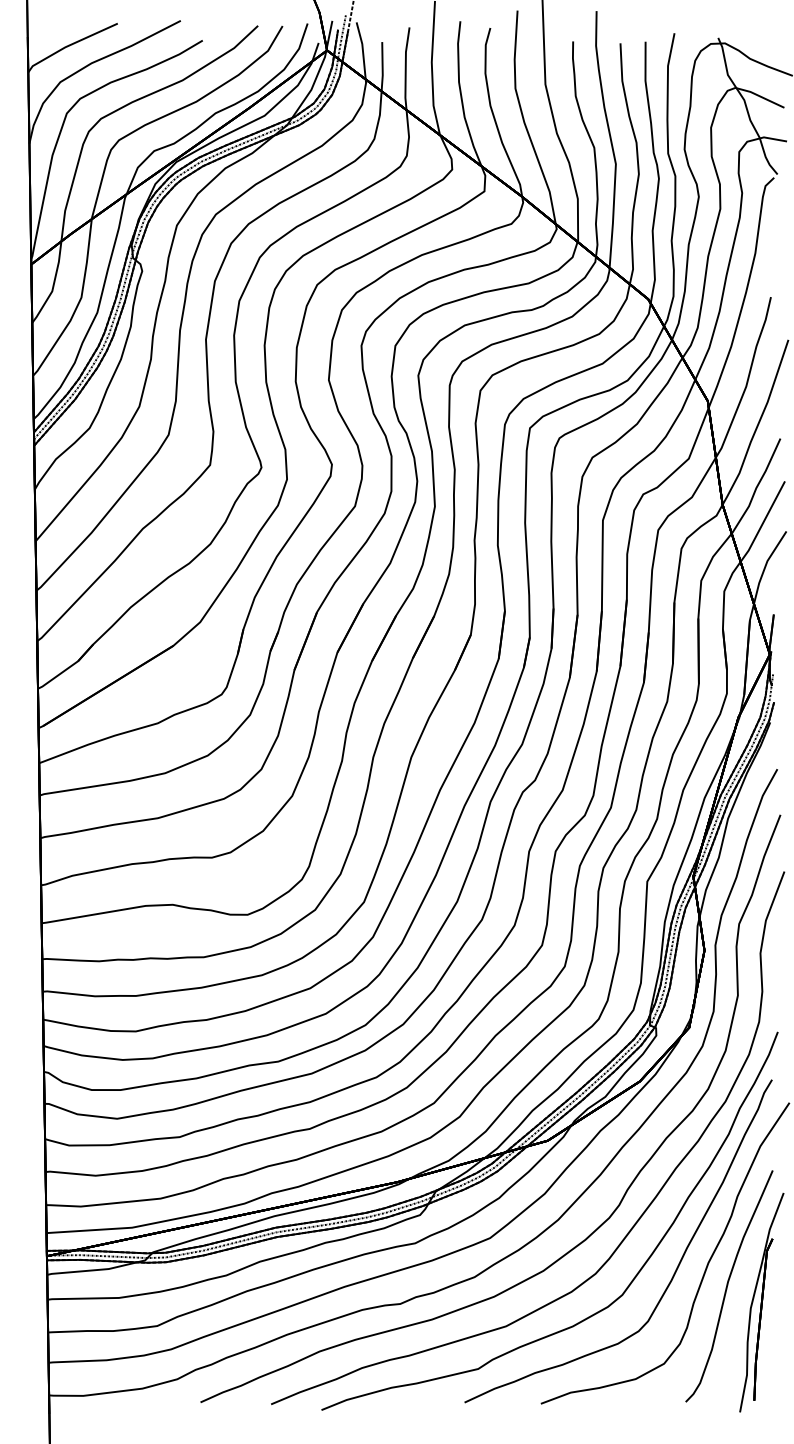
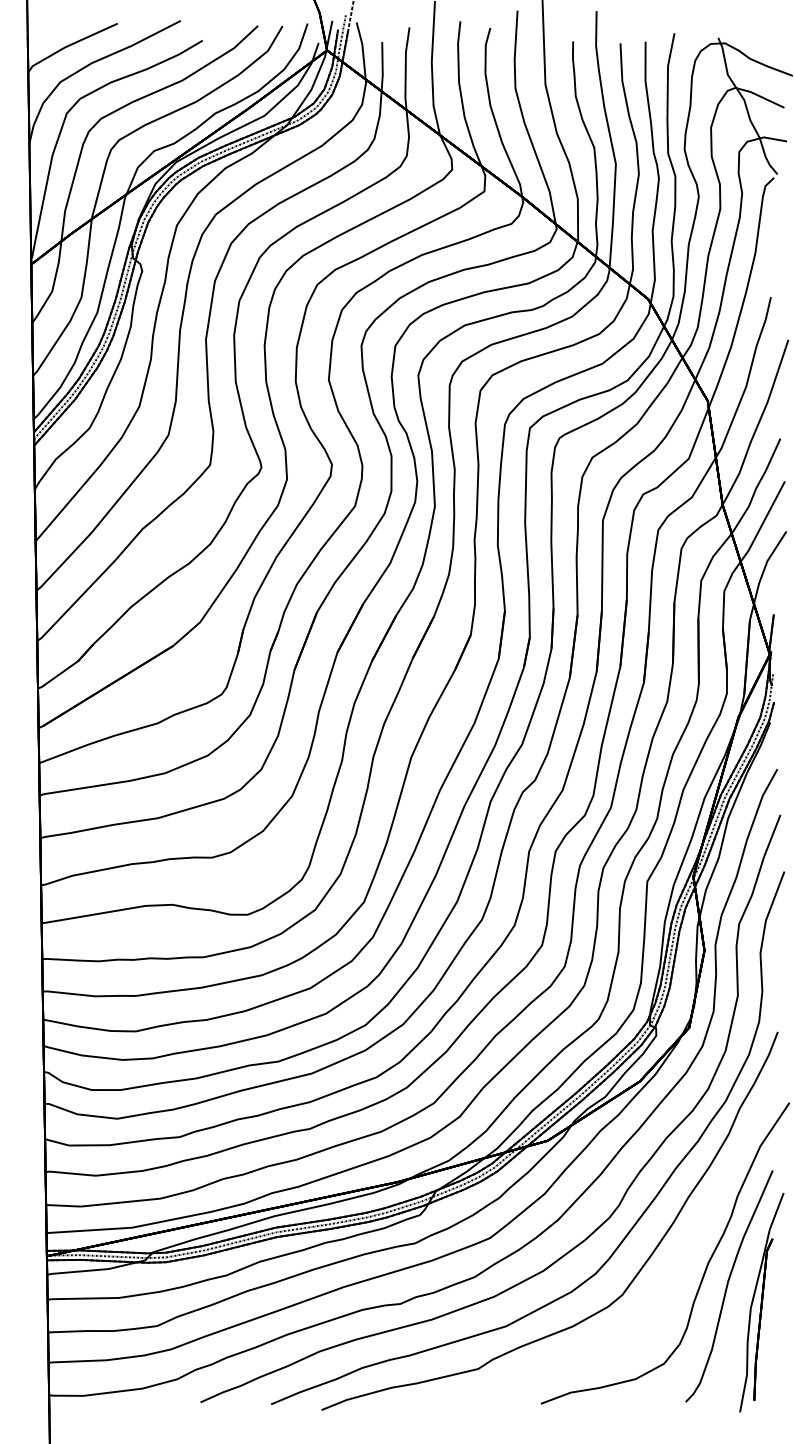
part at (675, 1269): present -> none
